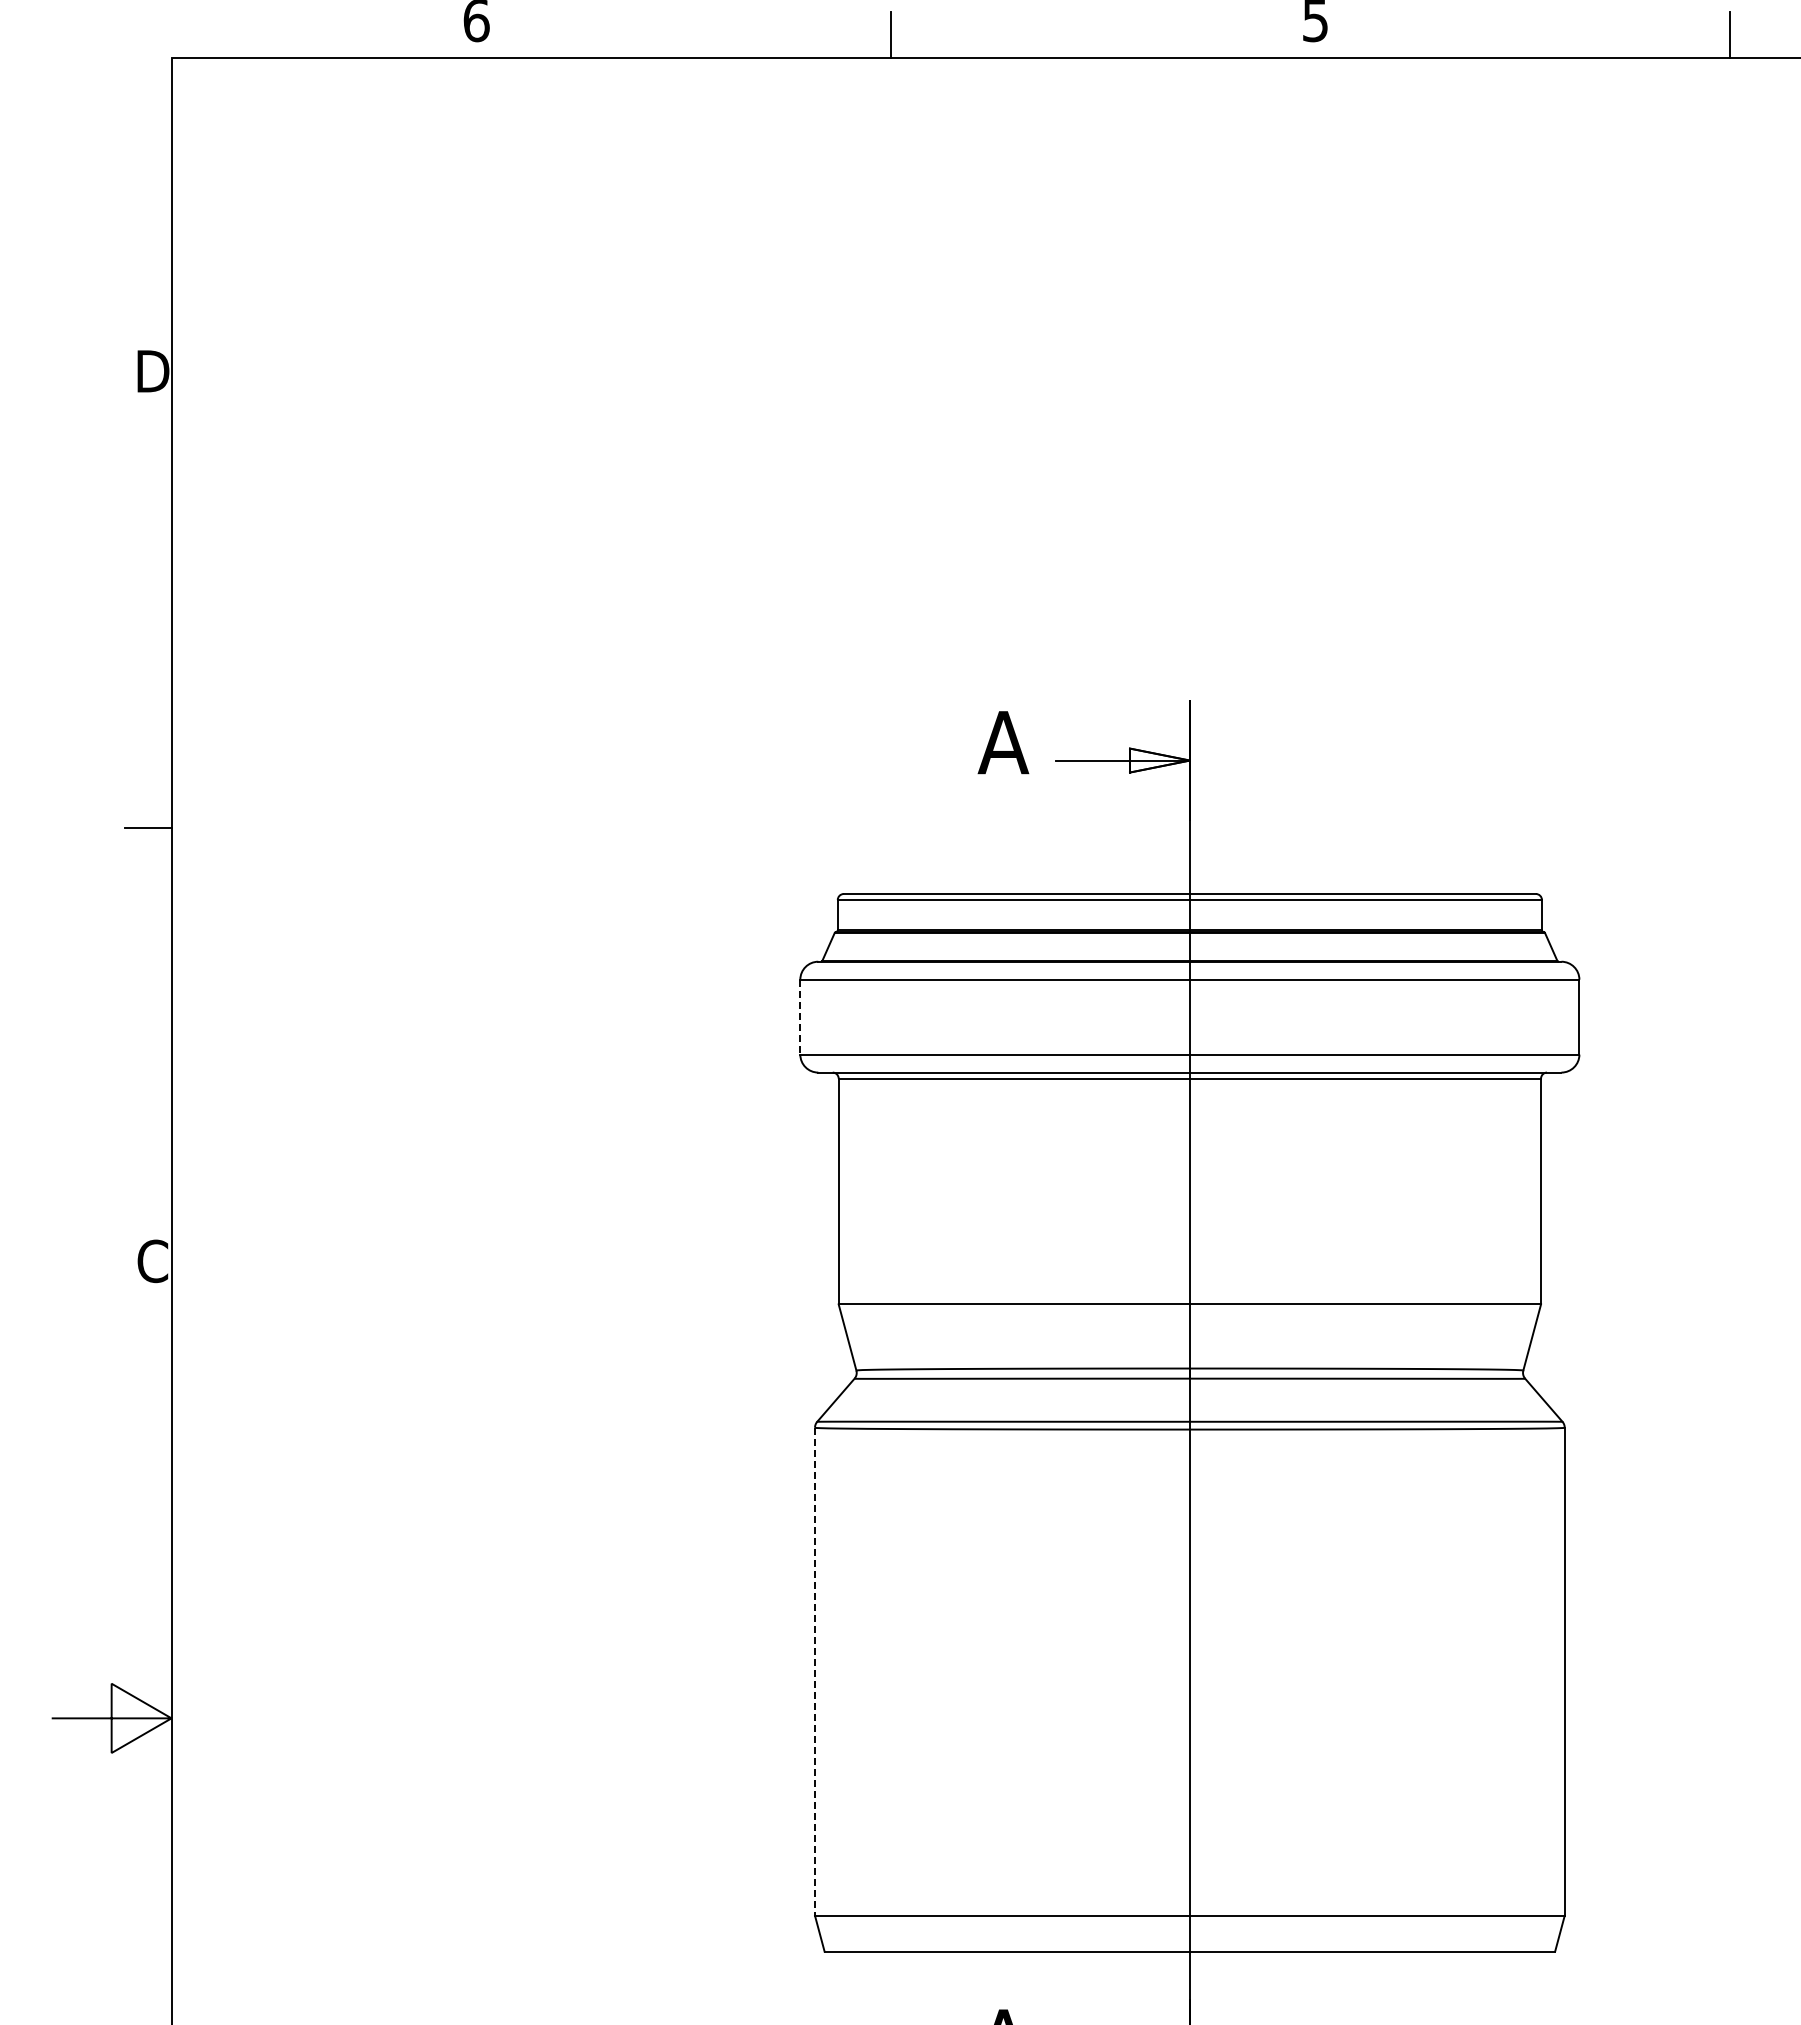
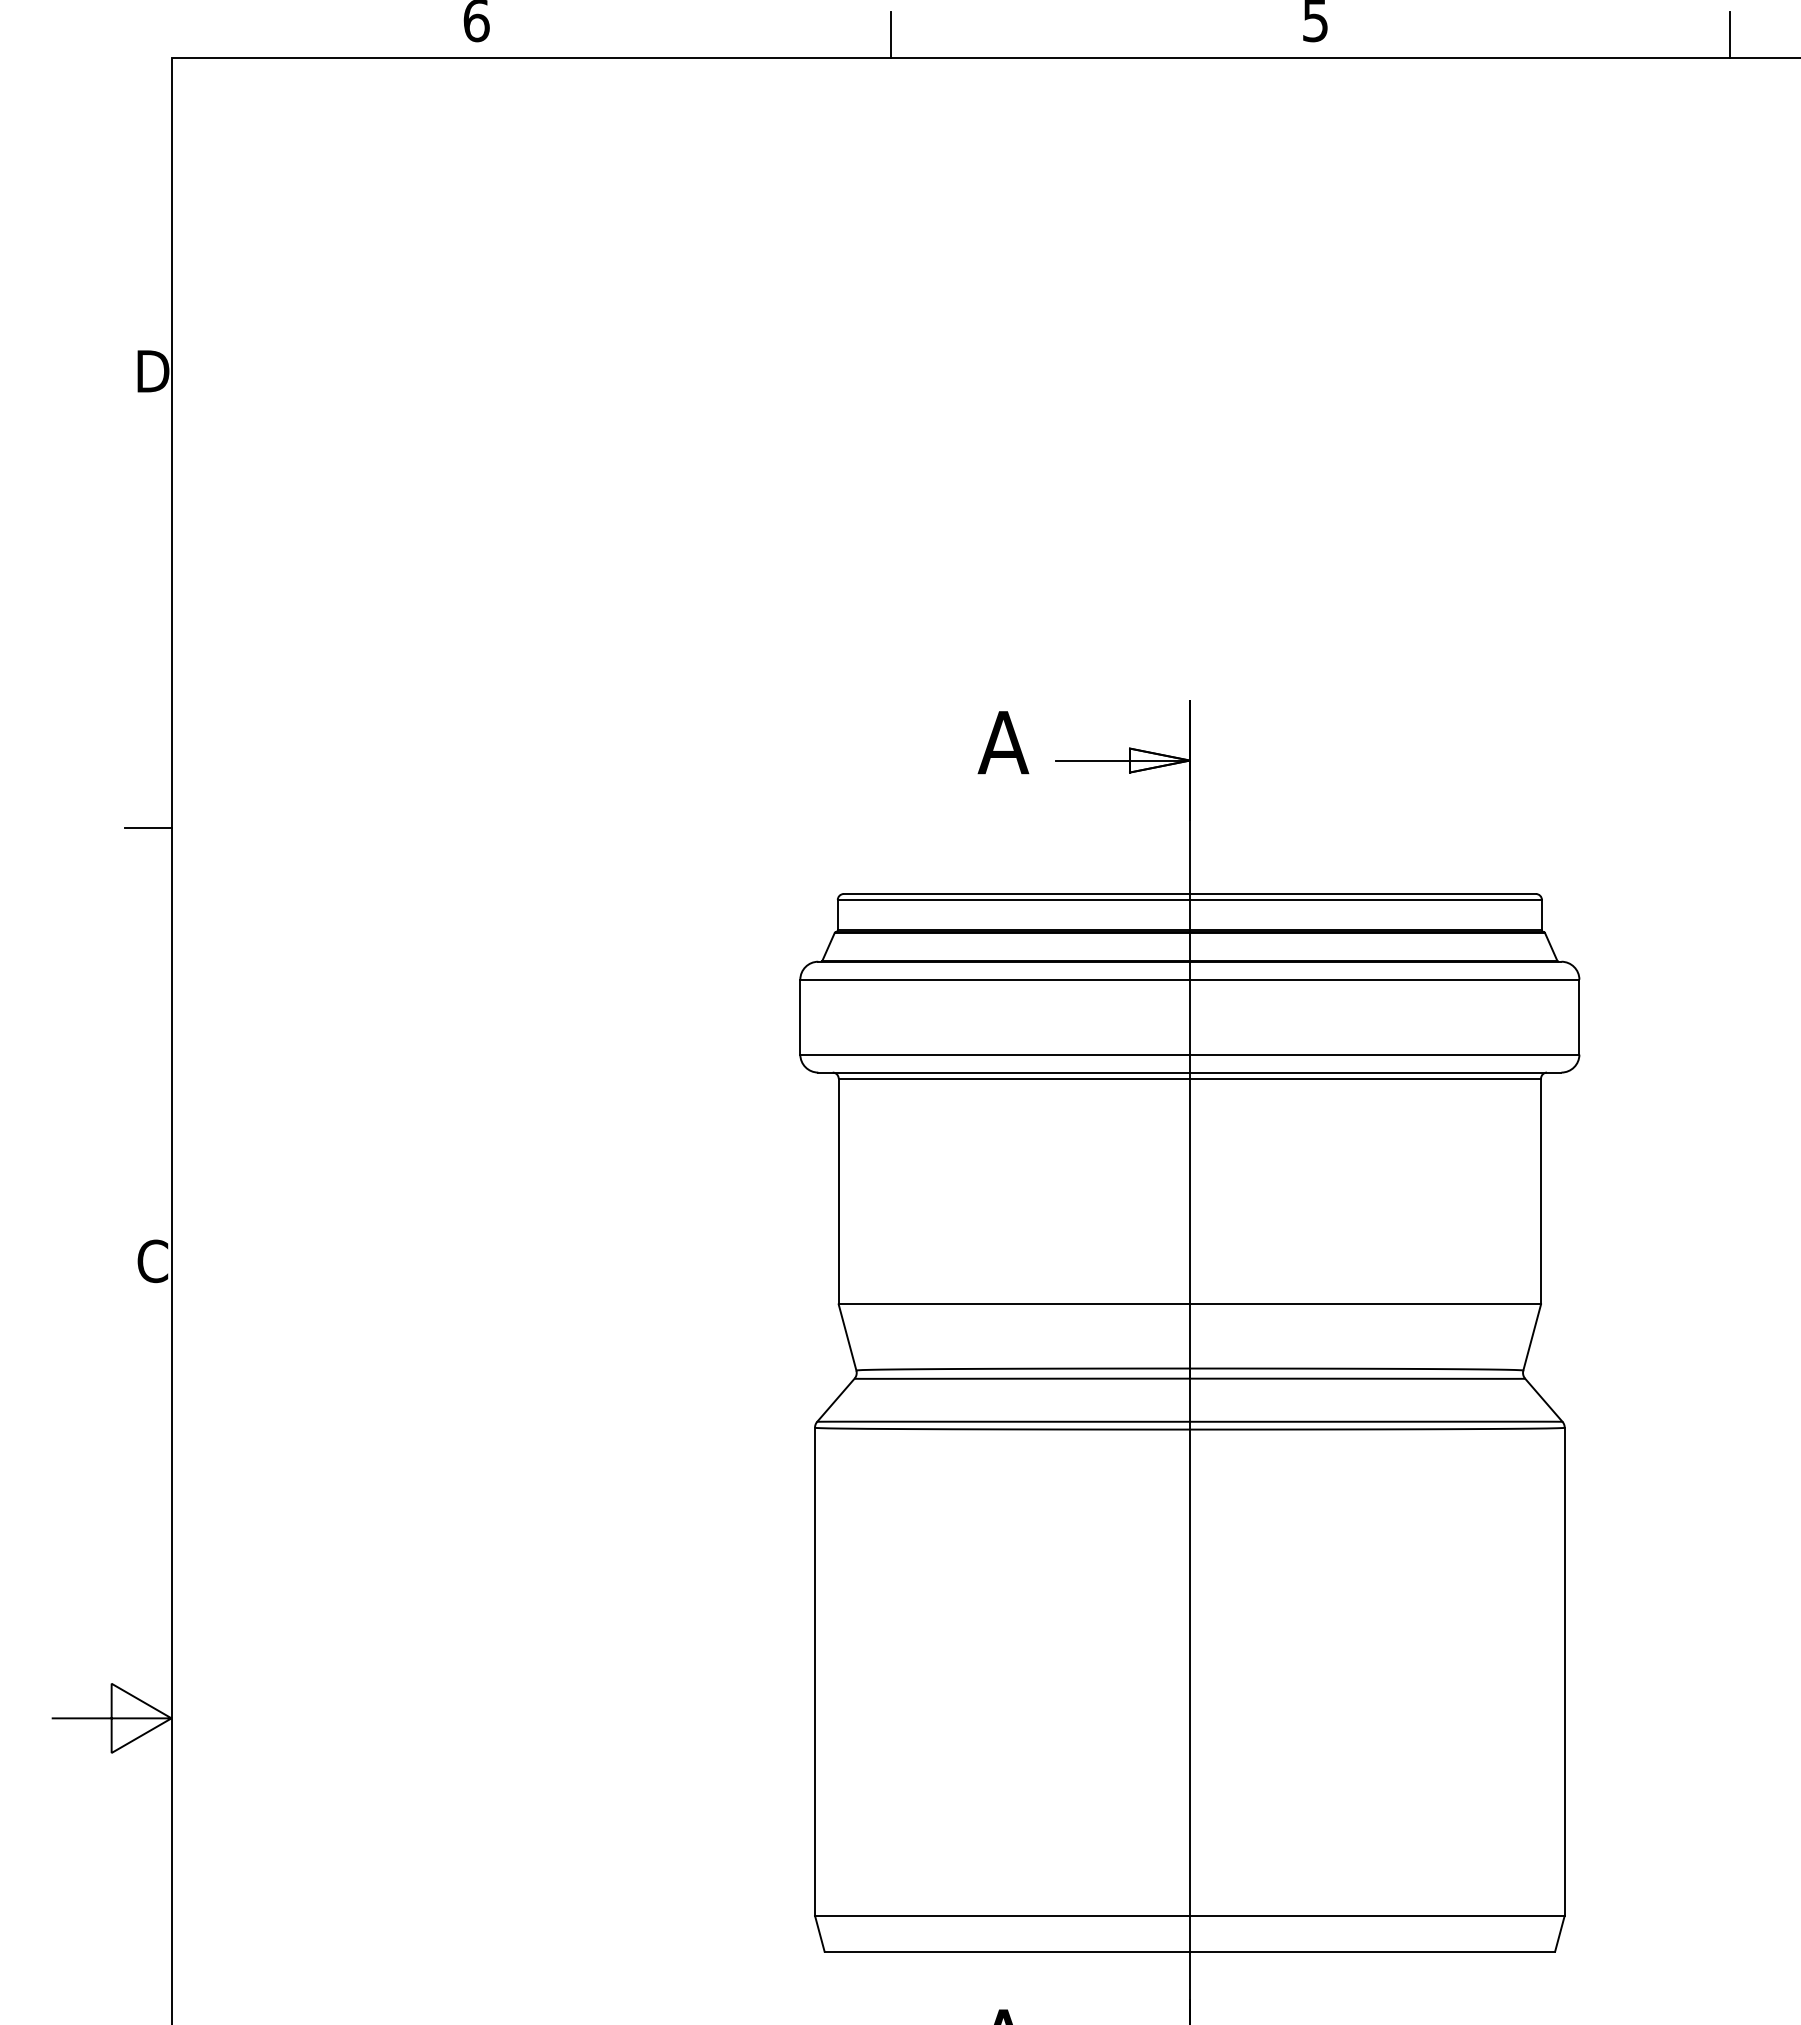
line at (800, 1017): dashed -> solid
line at (815, 1672): dashed -> solid
